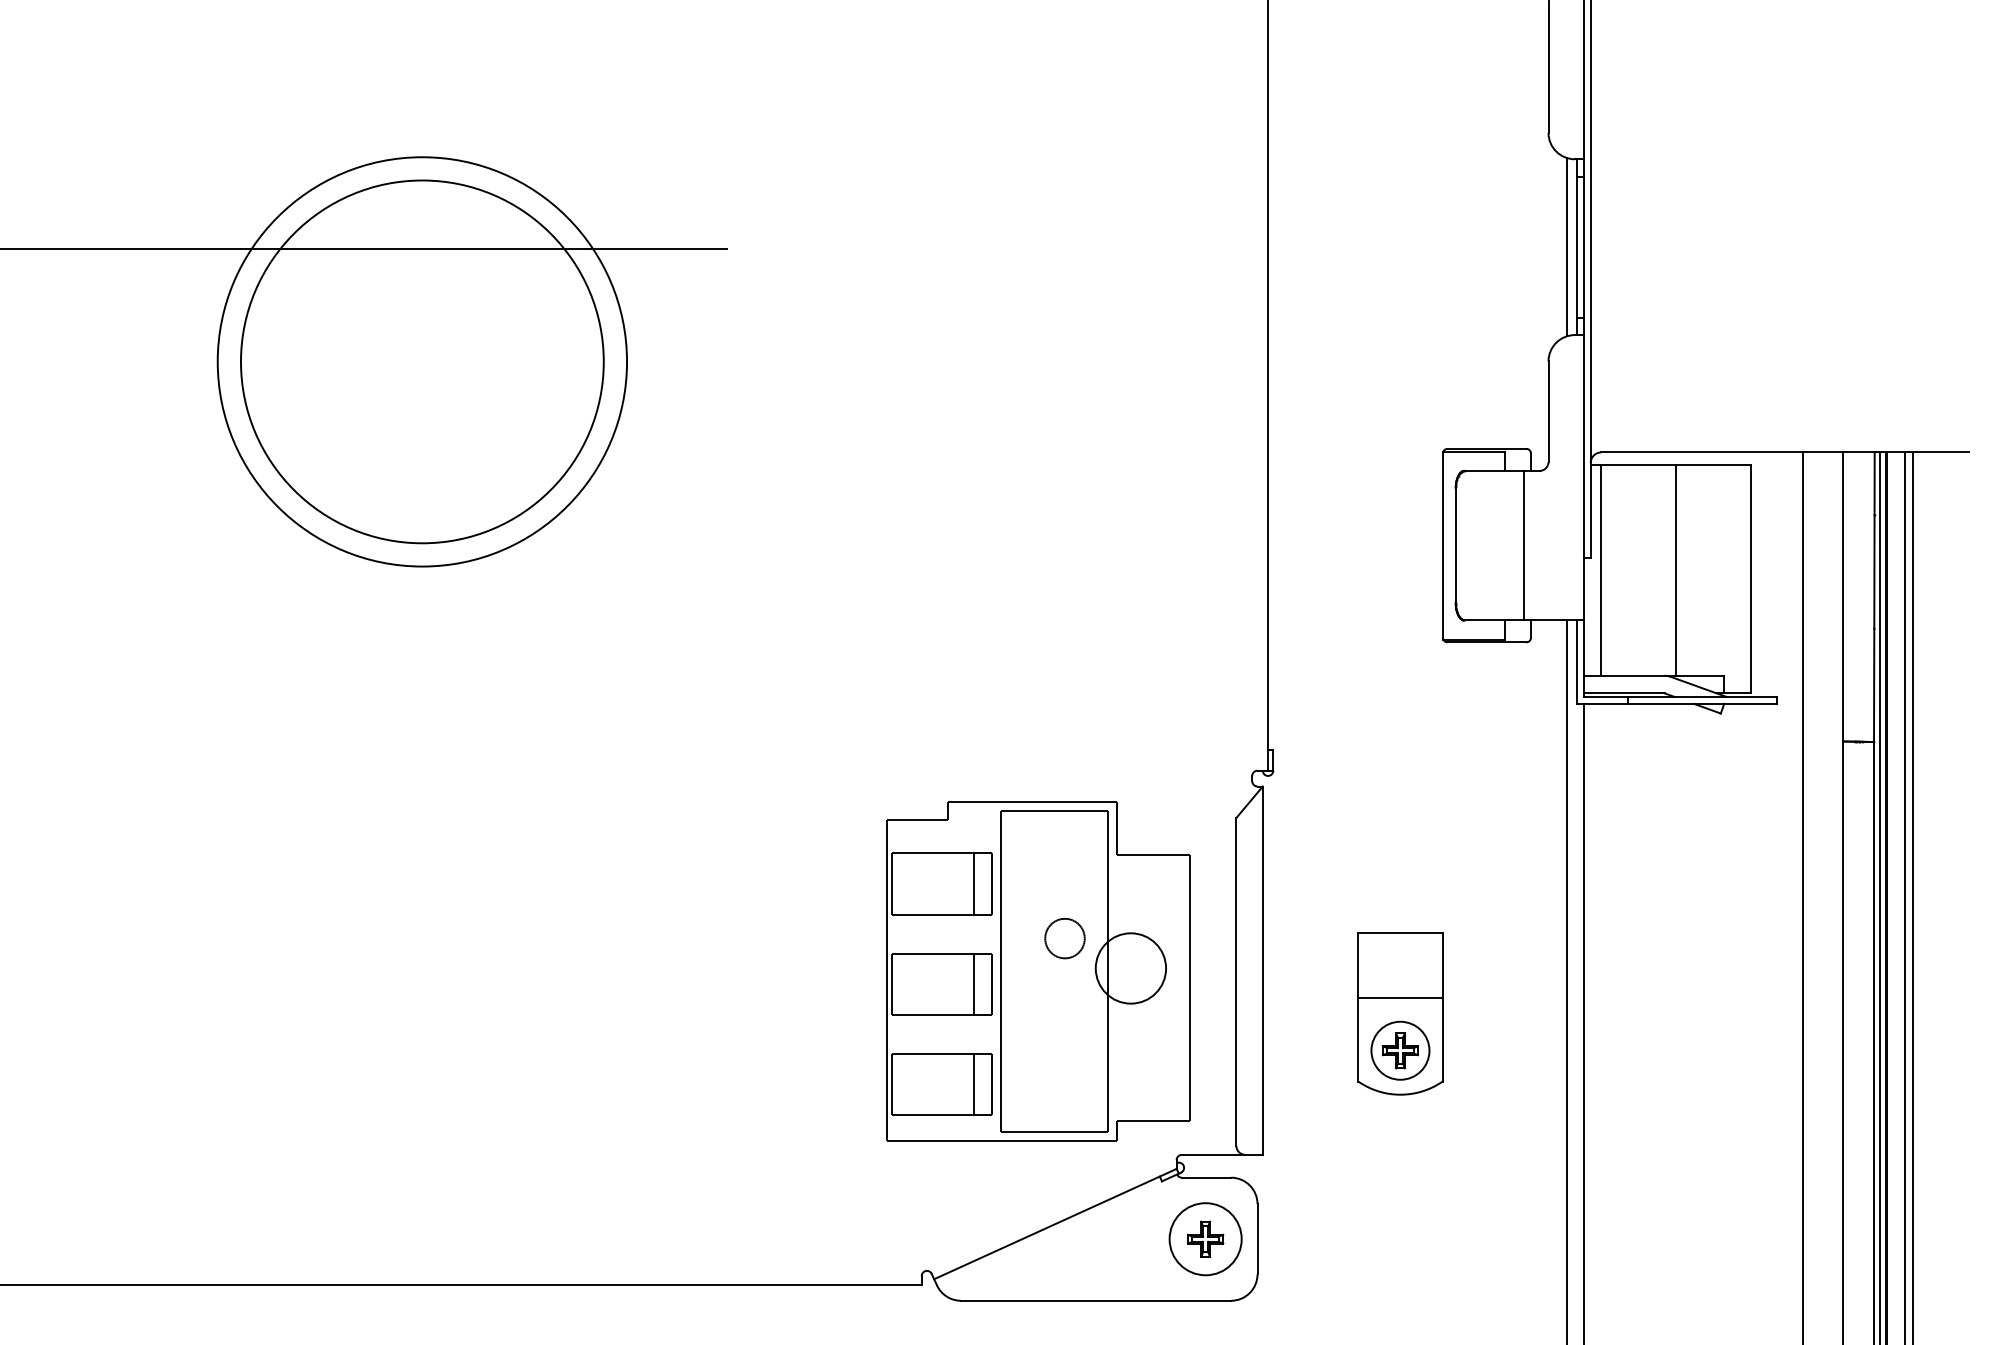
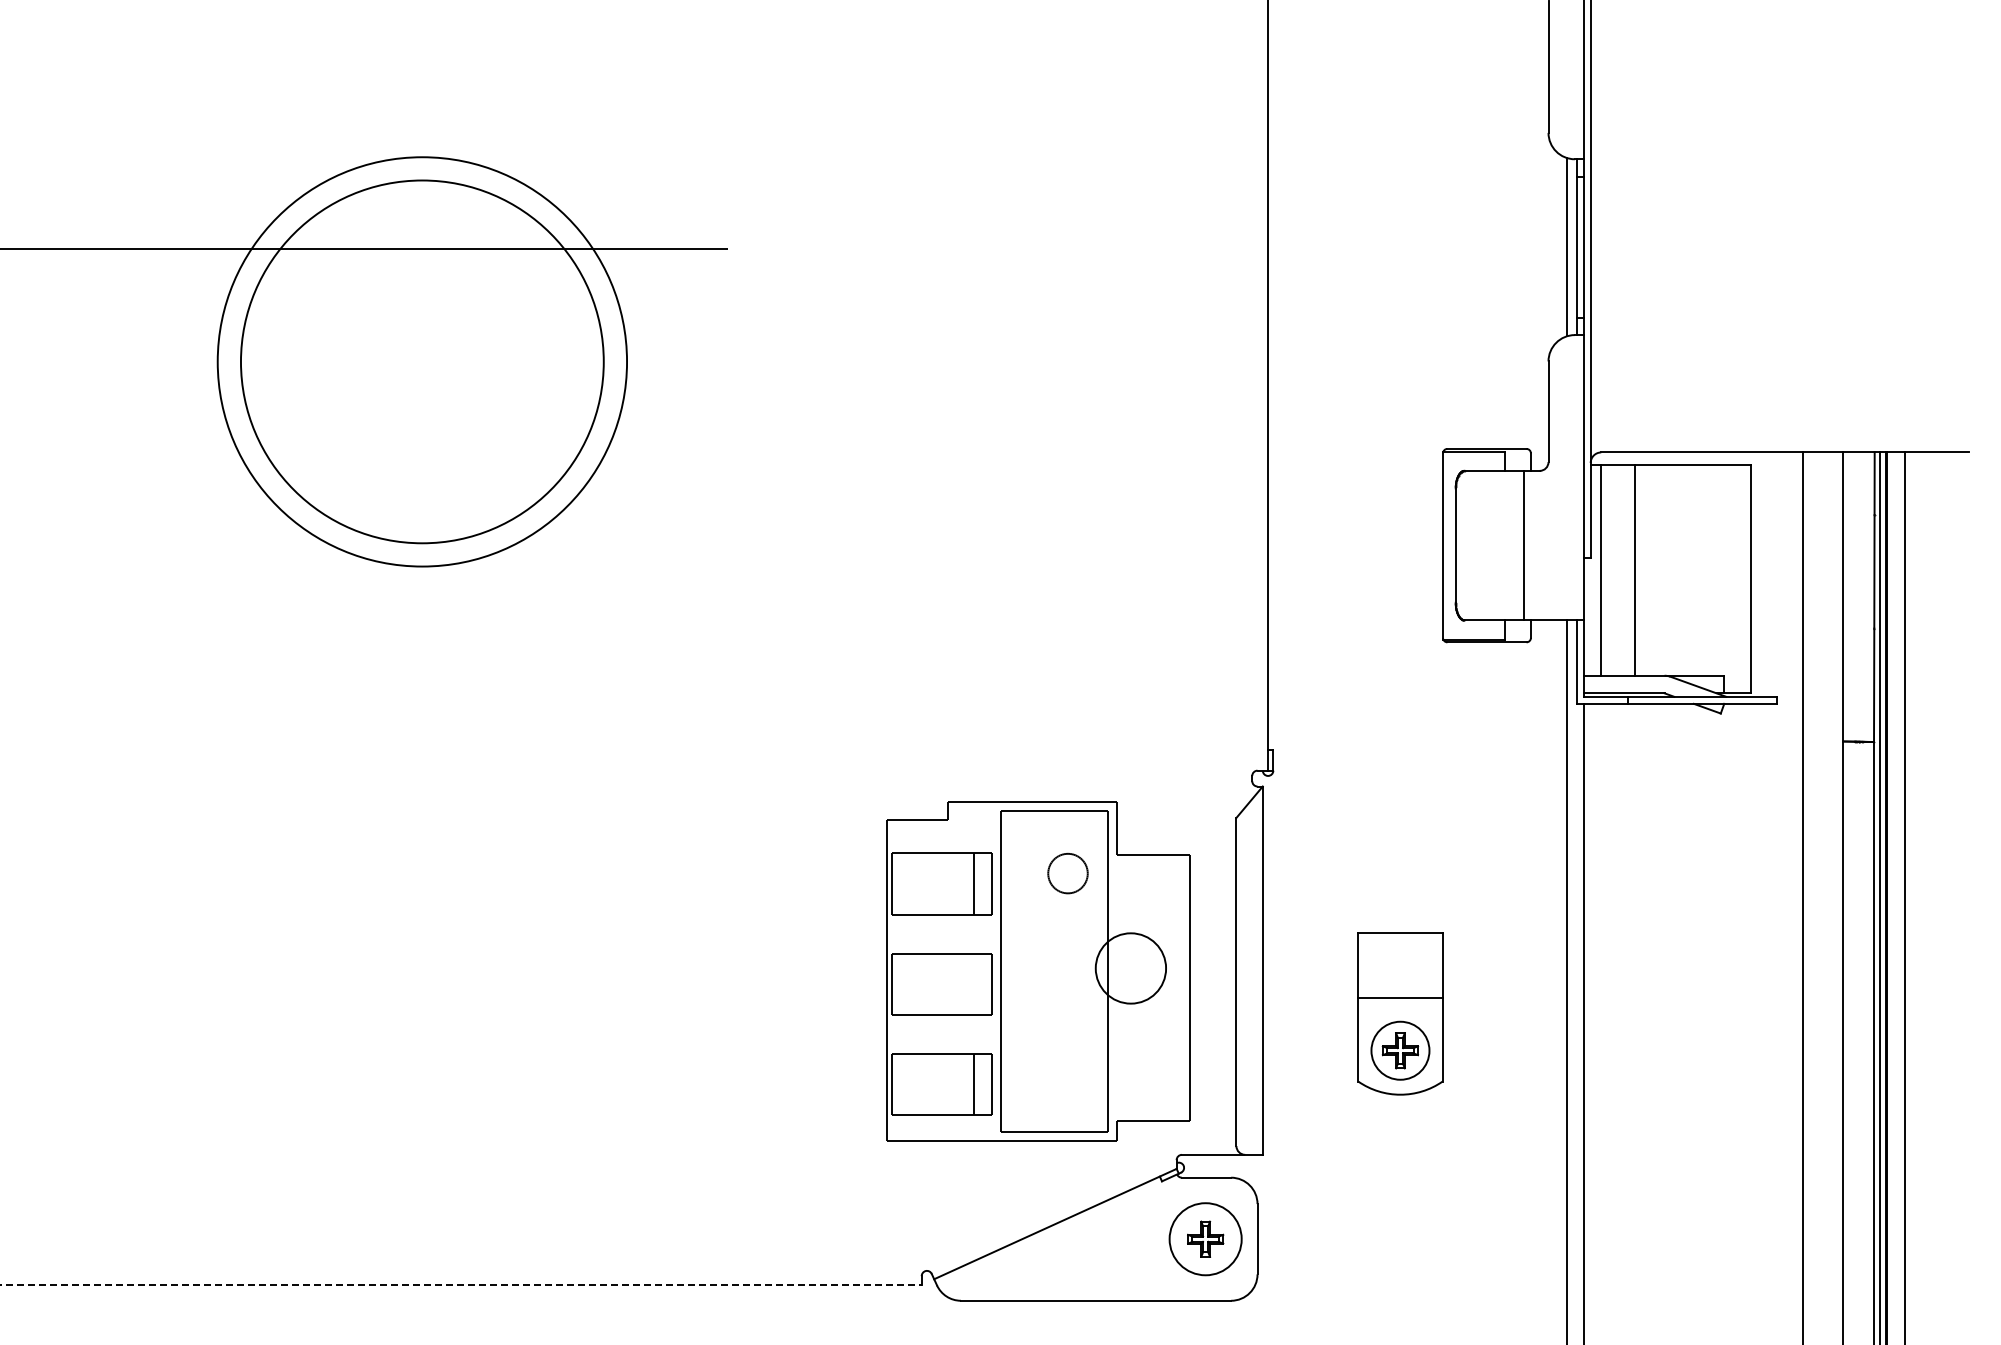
line at (1675, 569) position: (1675, 569) -> (1634, 569)
line at (1912, 896): present -> none
circle at (1064, 938) position: (1064, 938) -> (1067, 873)
line at (974, 984): present -> none
line at (461, 1284): solid -> dashed
